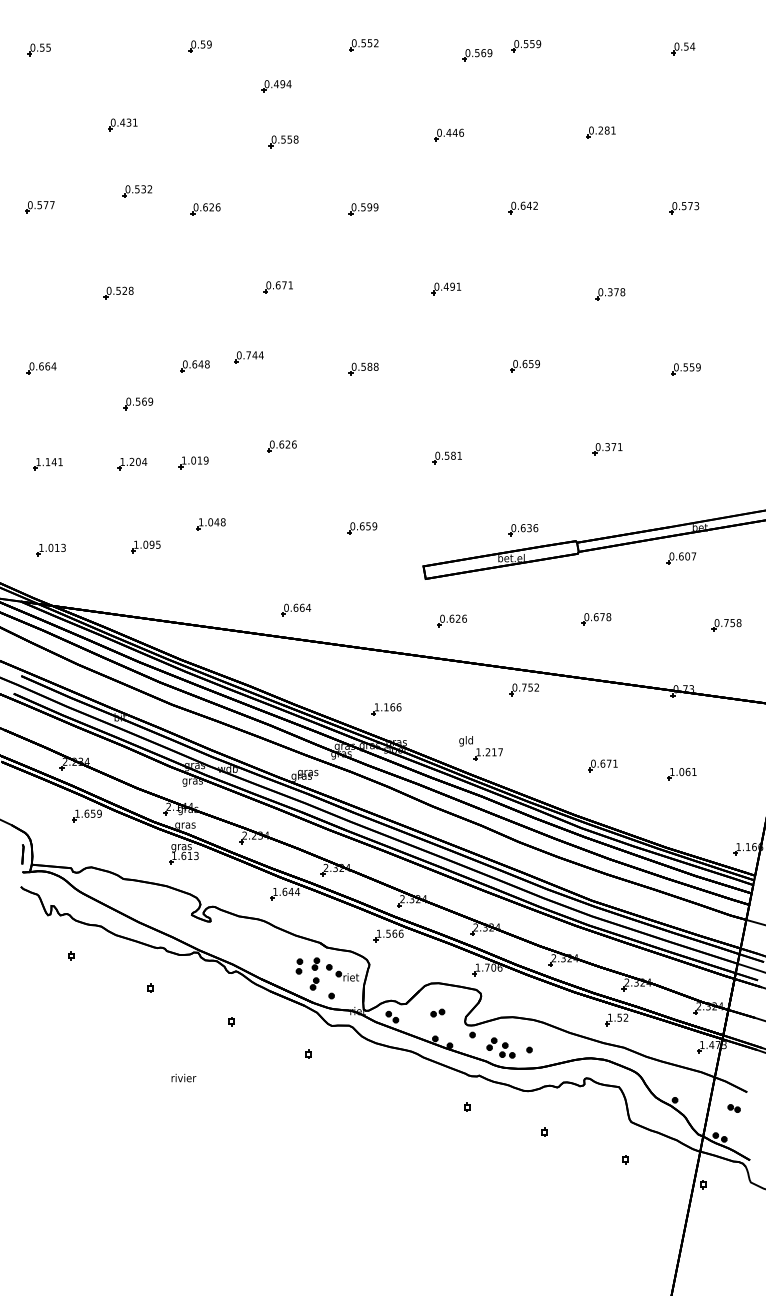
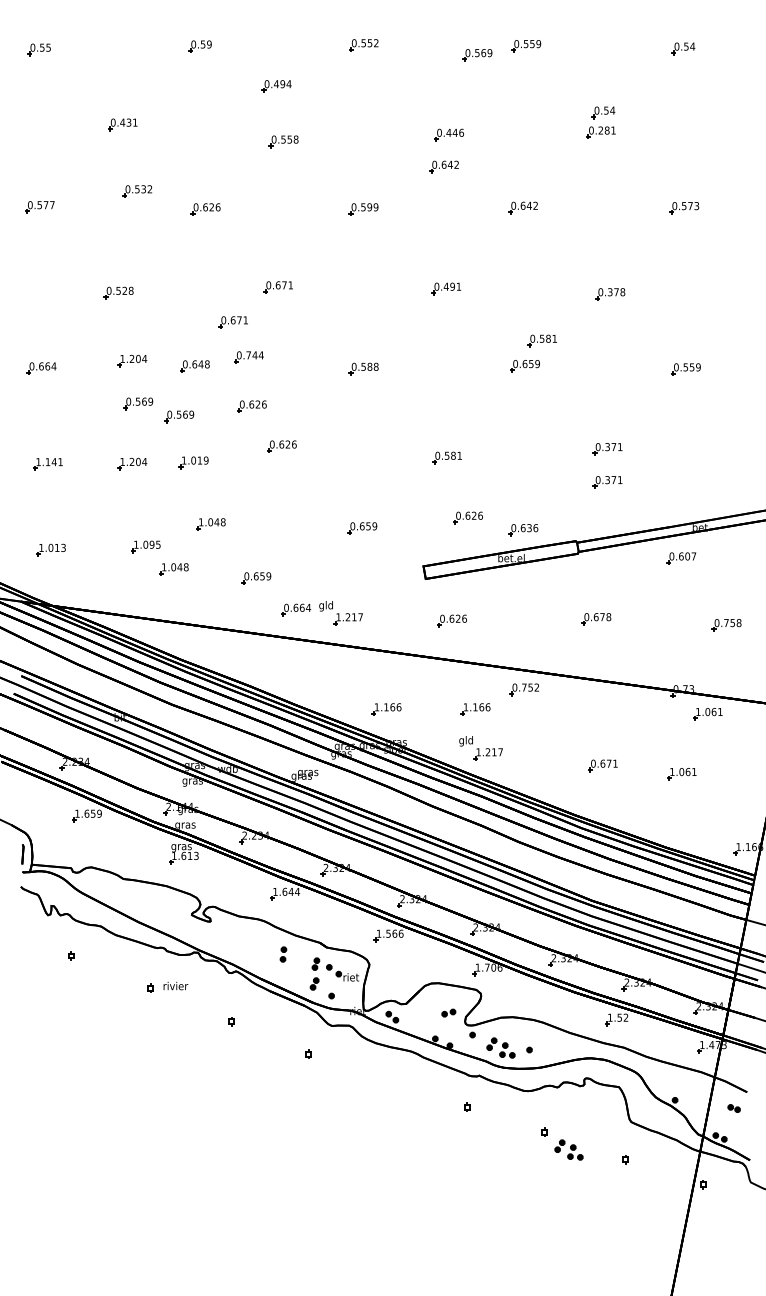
part at (603, 112): none -> present
part at (443, 166): none -> present
part at (232, 322): none -> present
part at (541, 340): none -> present
part at (132, 360): none -> present
part at (251, 406): none -> present
part at (179, 416): none -> present
part at (607, 482): none -> present
part at (467, 517): none -> present
part at (173, 569): none -> present
part at (256, 578): none -> present
part at (340, 613): none -> present
part at (475, 709): none -> present
part at (707, 714): none -> present
part at (299, 966) position: (299, 966) -> (283, 954)
part at (437, 1012) position: (437, 1012) -> (448, 1012)
text at (183, 1078) position: (183, 1078) -> (175, 986)
part at (568, 1149): none -> present
